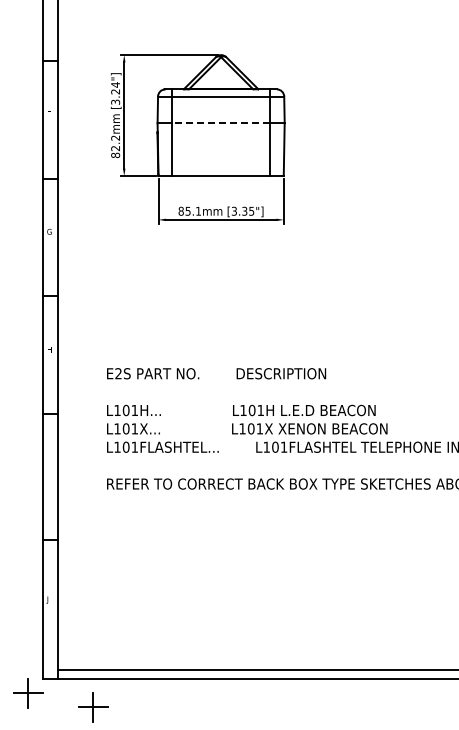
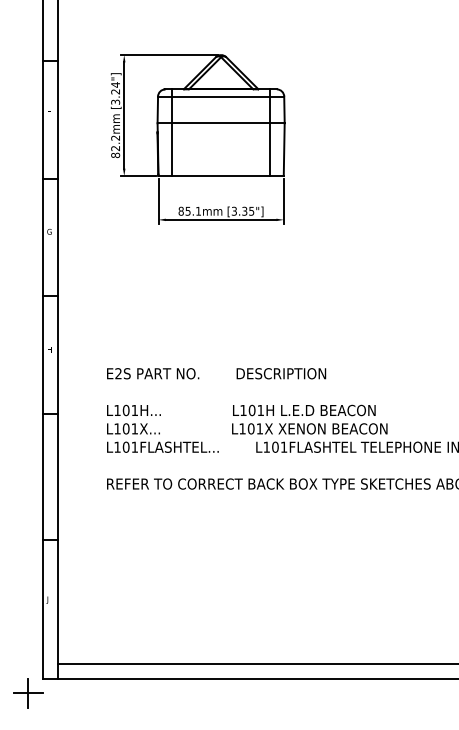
line at (221, 123): dashed -> solid
line at (256, 669) position: (256, 669) -> (256, 663)
part at (93, 707): present -> none
